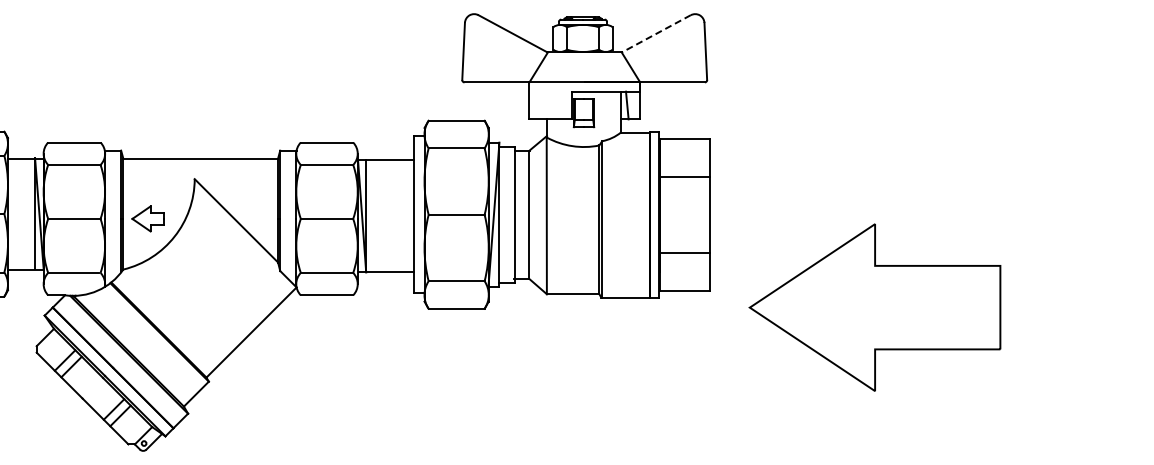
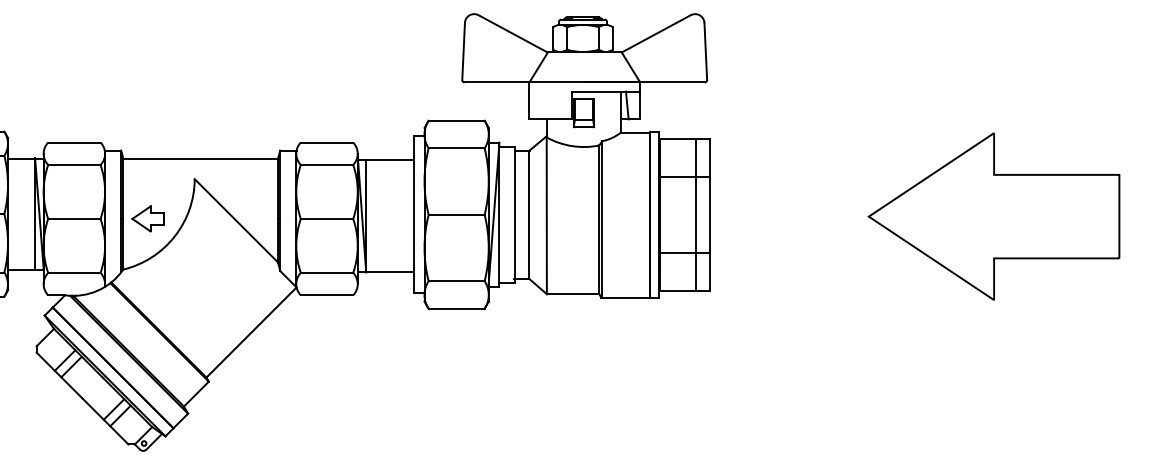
line at (655, 34): dashed -> solid
line at (695, 214): none -> present
part at (874, 307) position: (874, 307) -> (993, 216)
